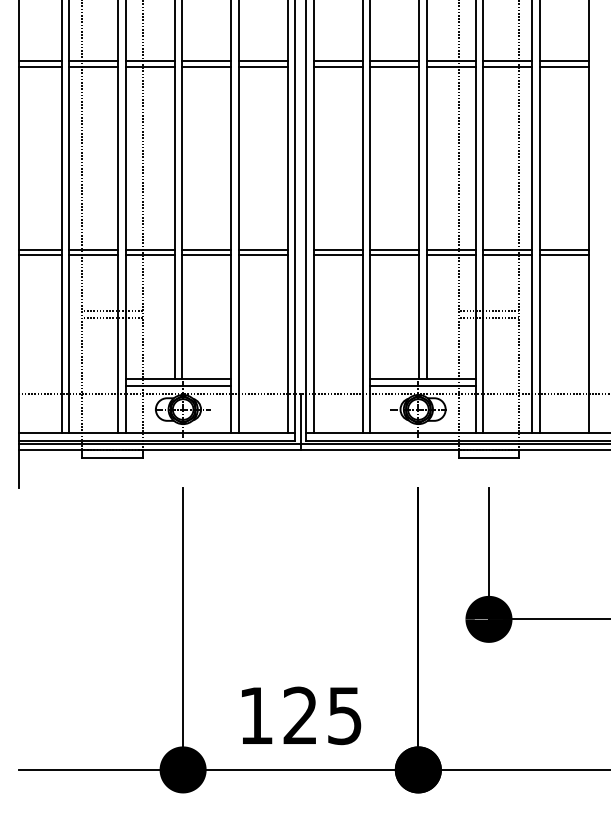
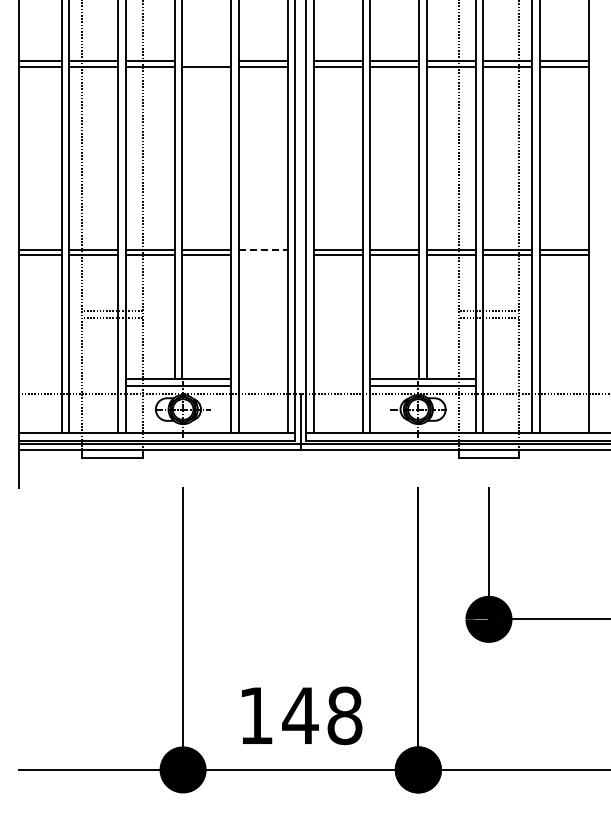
line at (206, 61): present -> none
line at (263, 249): solid -> dashed
line at (262, 255): present -> none
text at (322, 715): 125 -> 148
